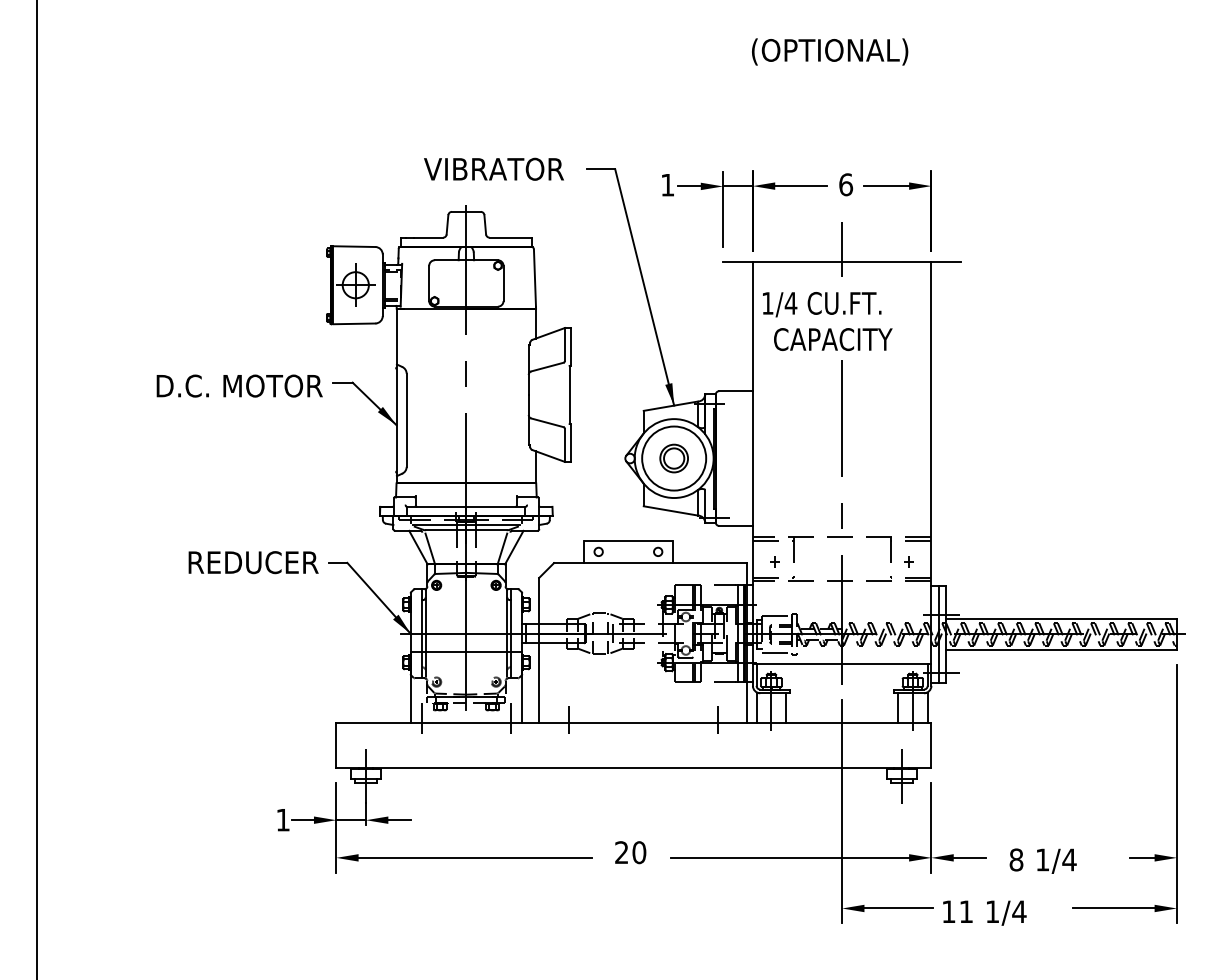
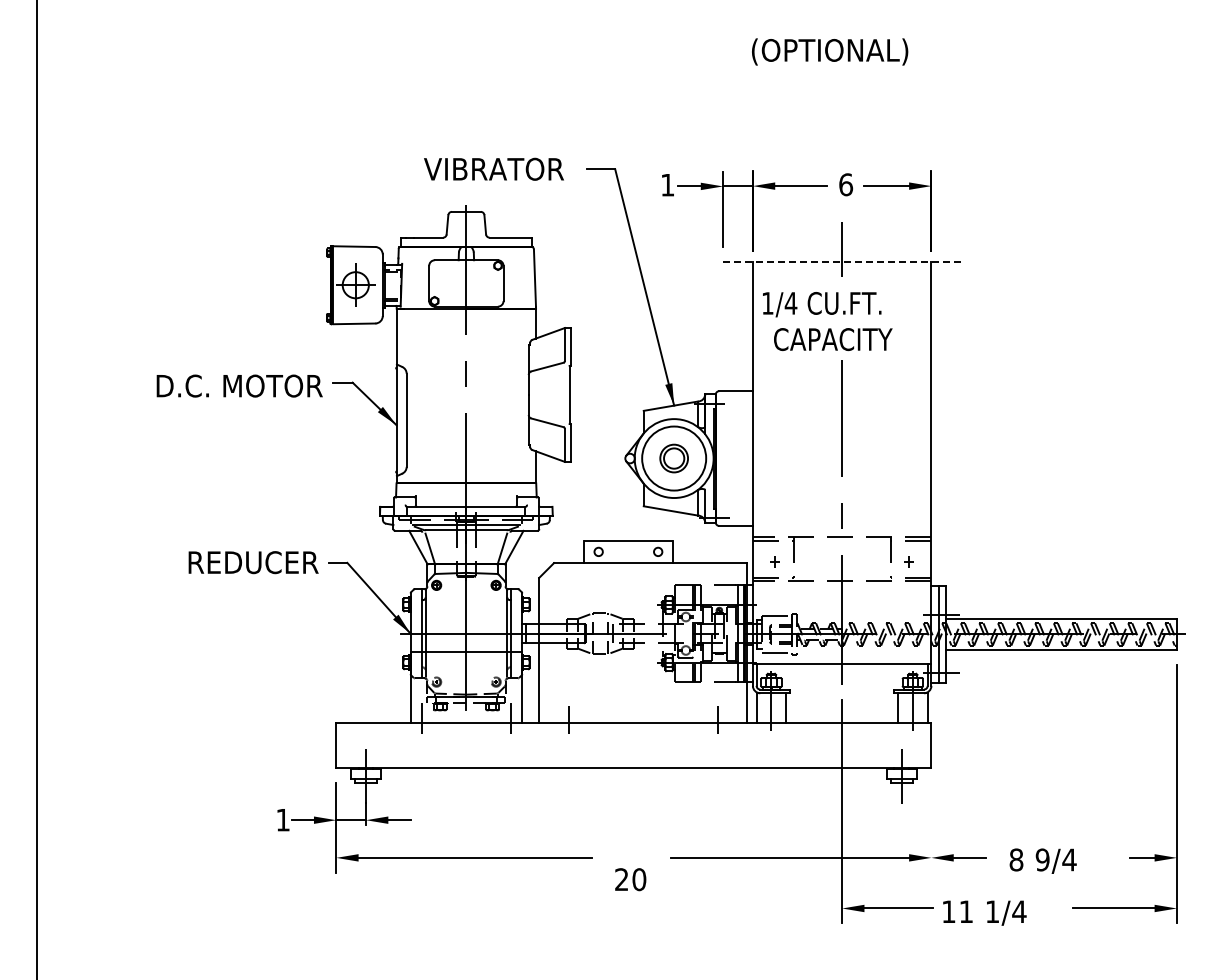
line at (842, 261): solid -> dashed
line at (931, 827): present -> none
text at (630, 852) position: (630, 852) -> (630, 879)
text at (1042, 859): 1/4 -> 9/4
